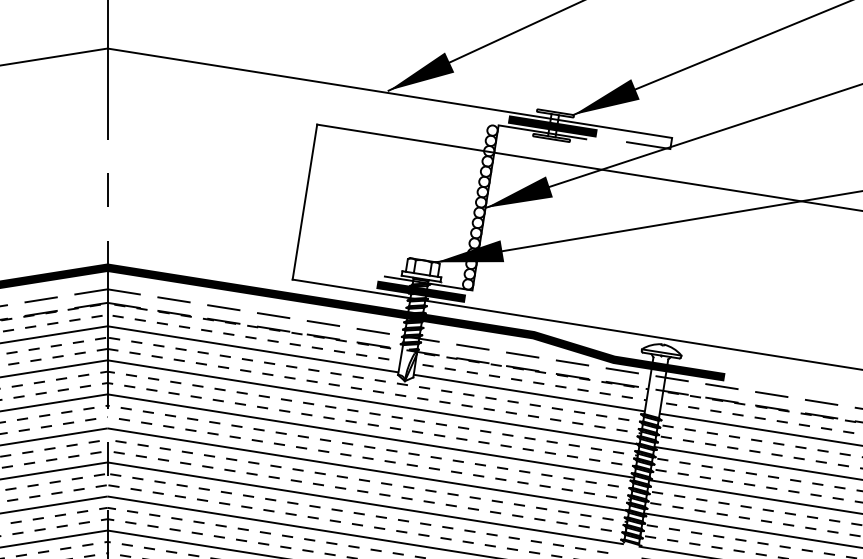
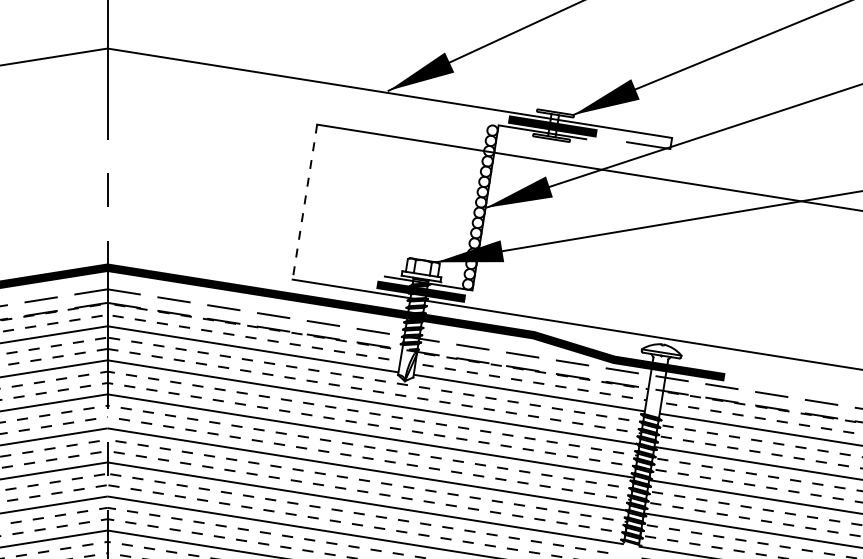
line at (304, 202): solid -> dashed
